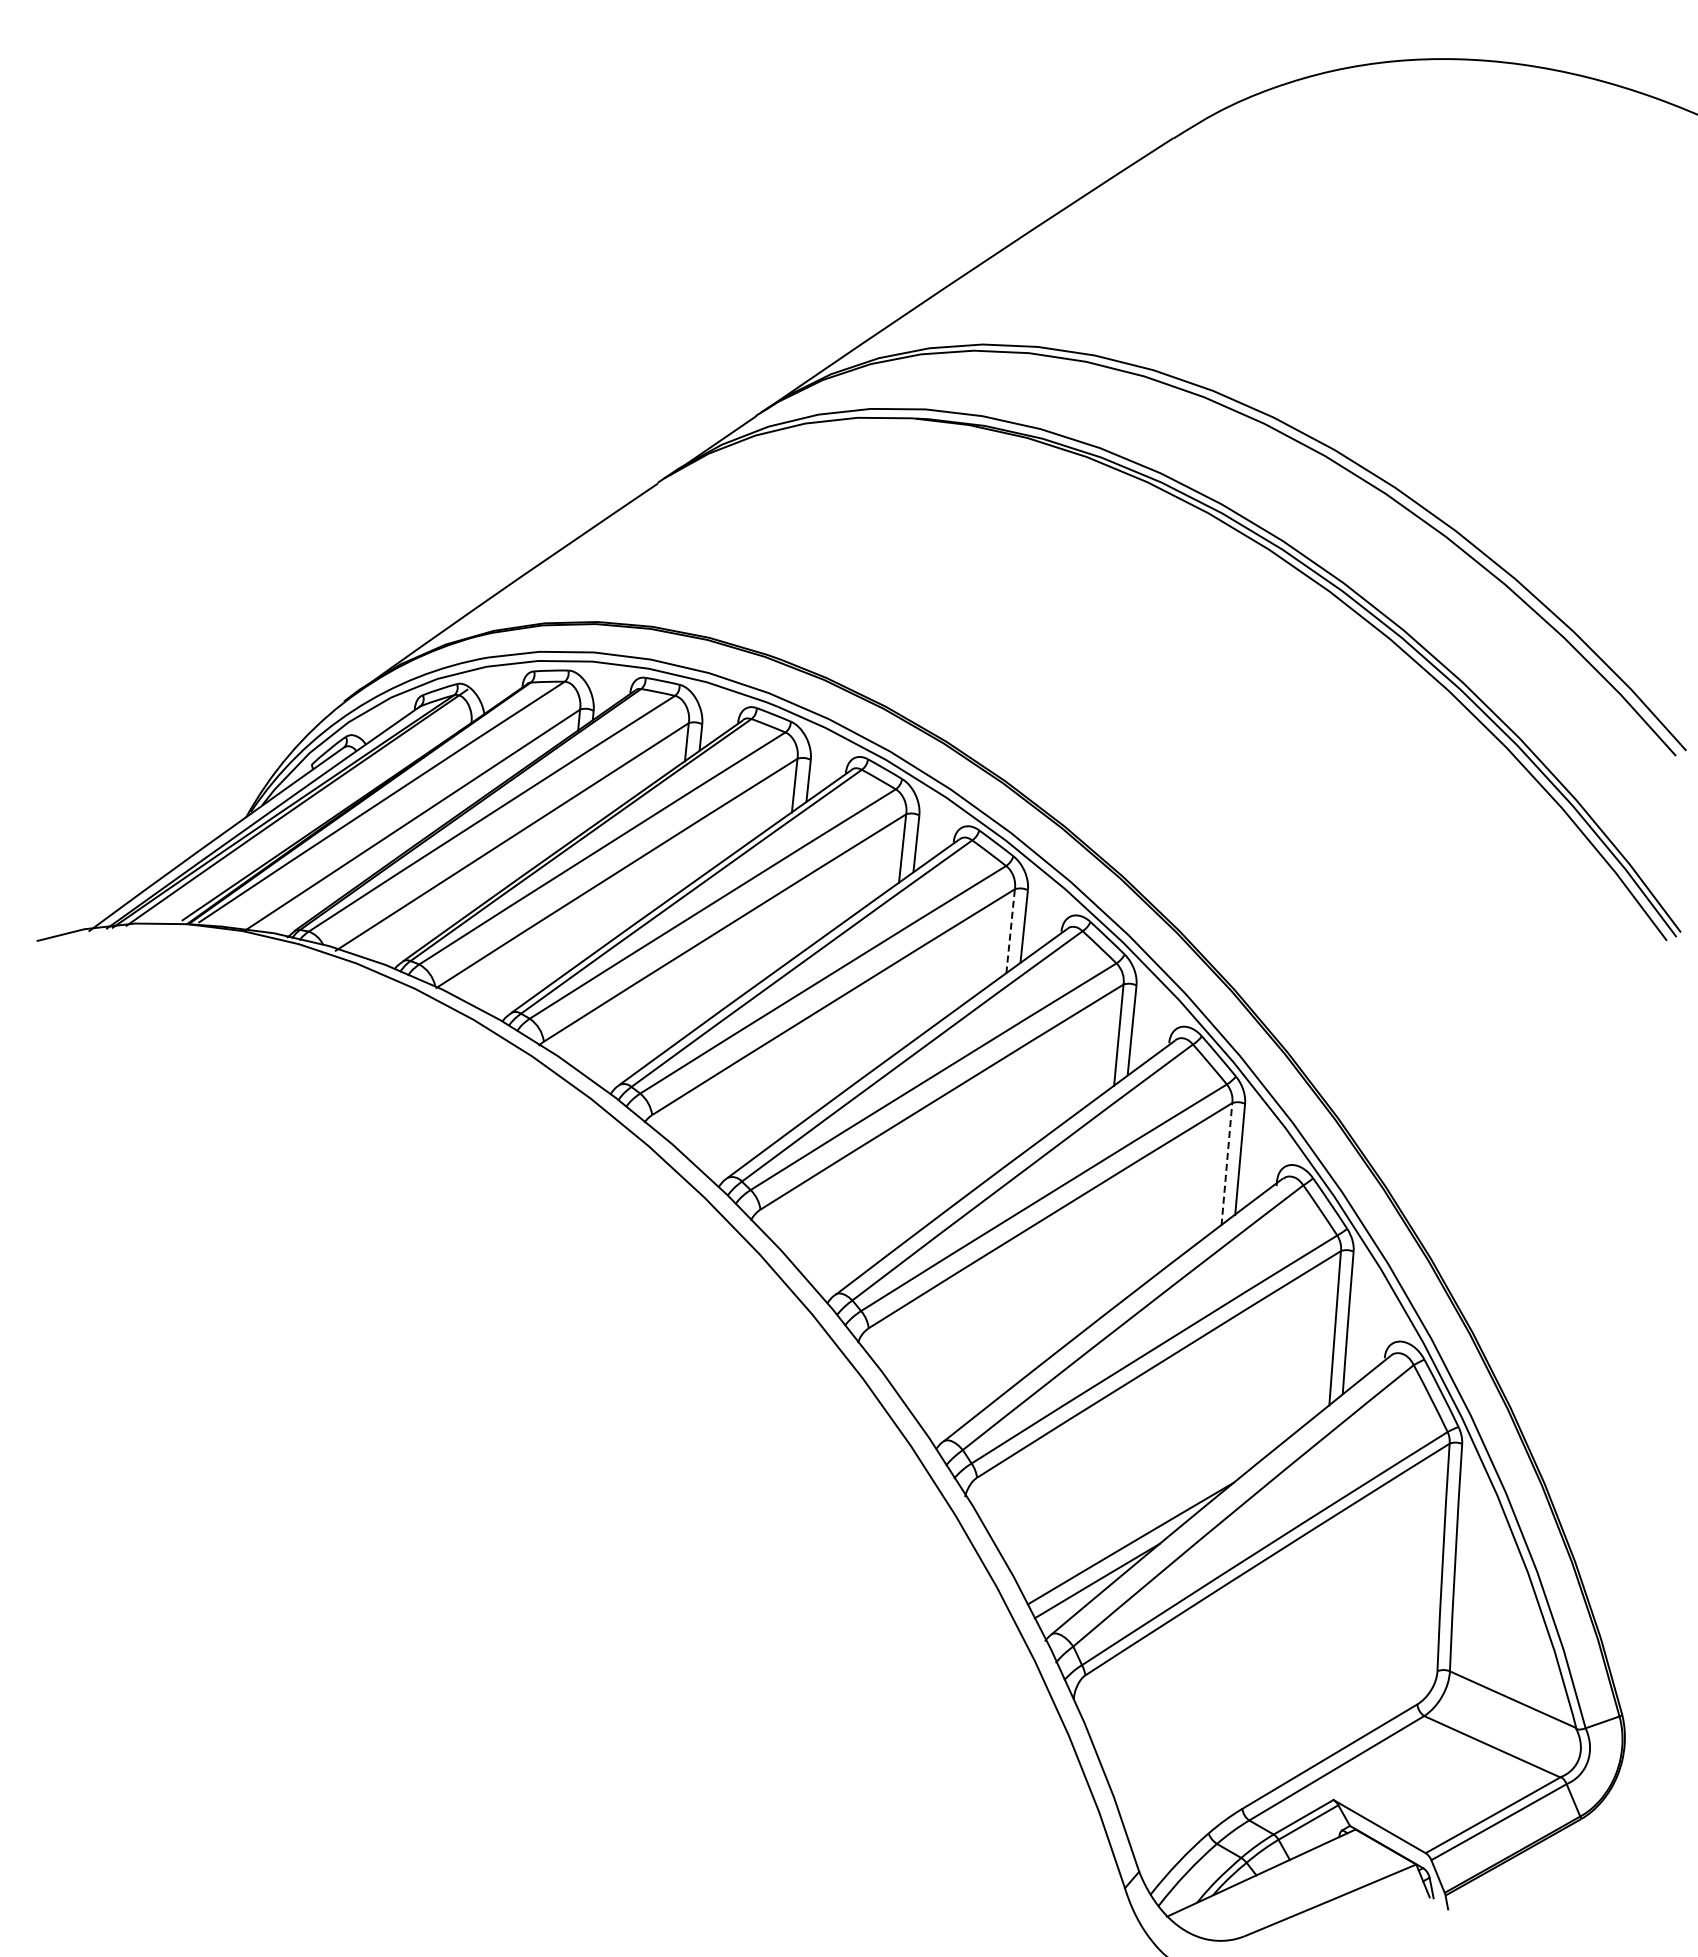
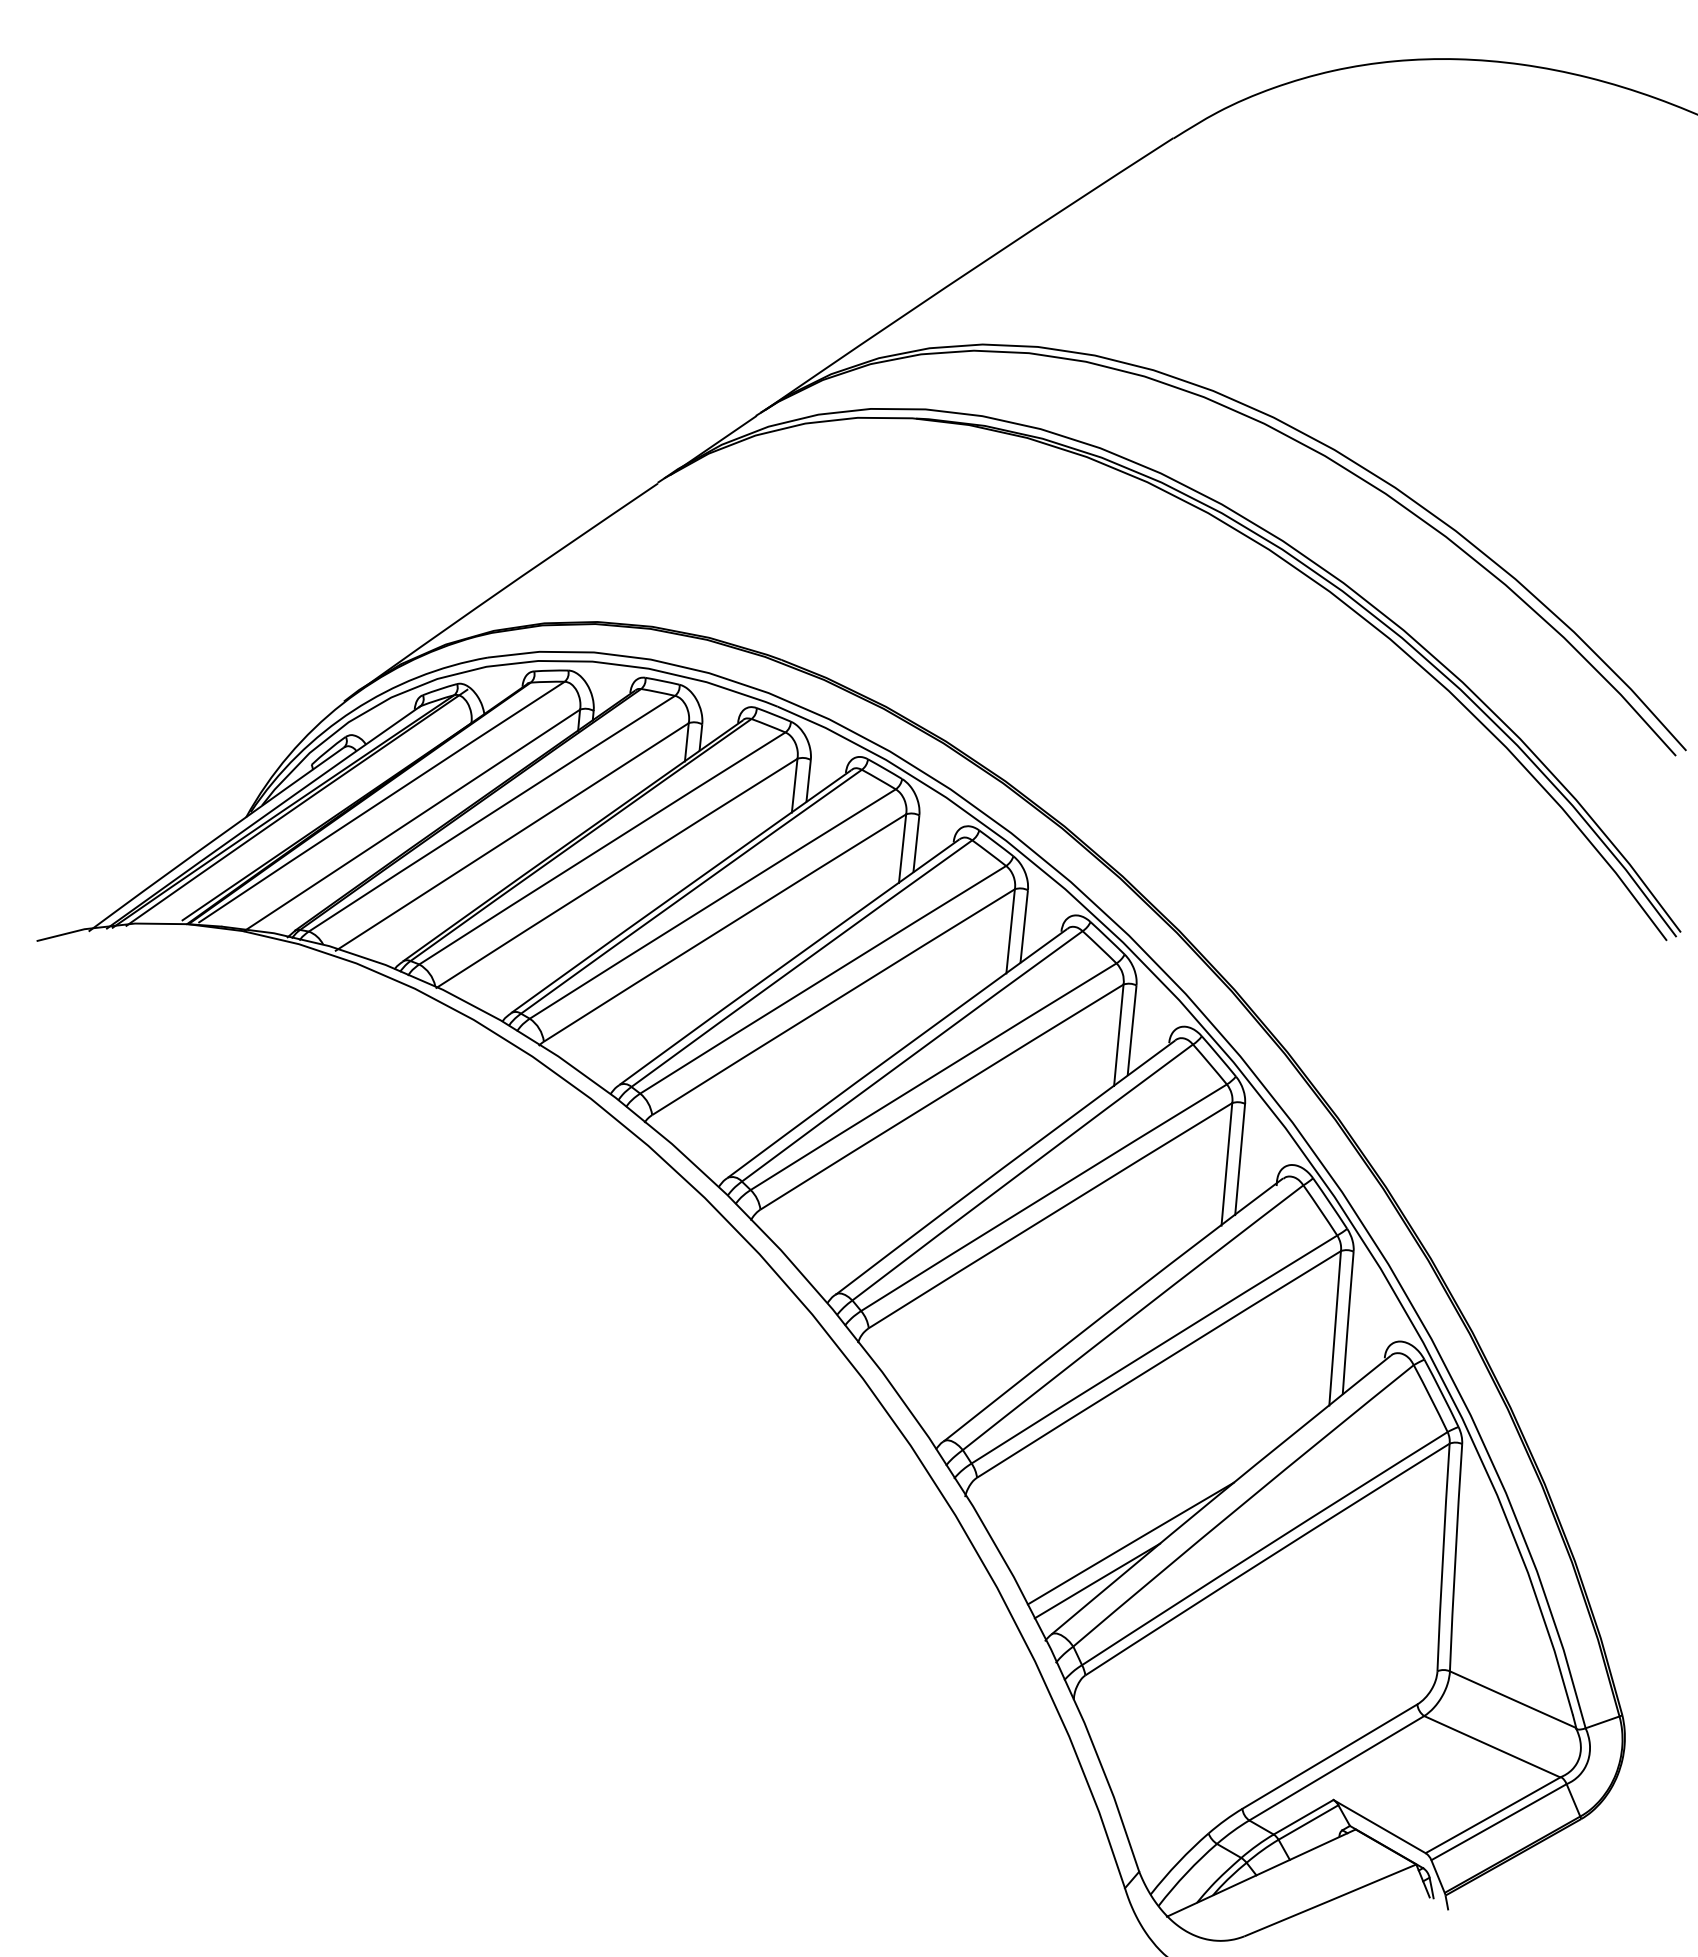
line at (1010, 930): dashed -> solid
line at (1226, 1164): dashed -> solid
